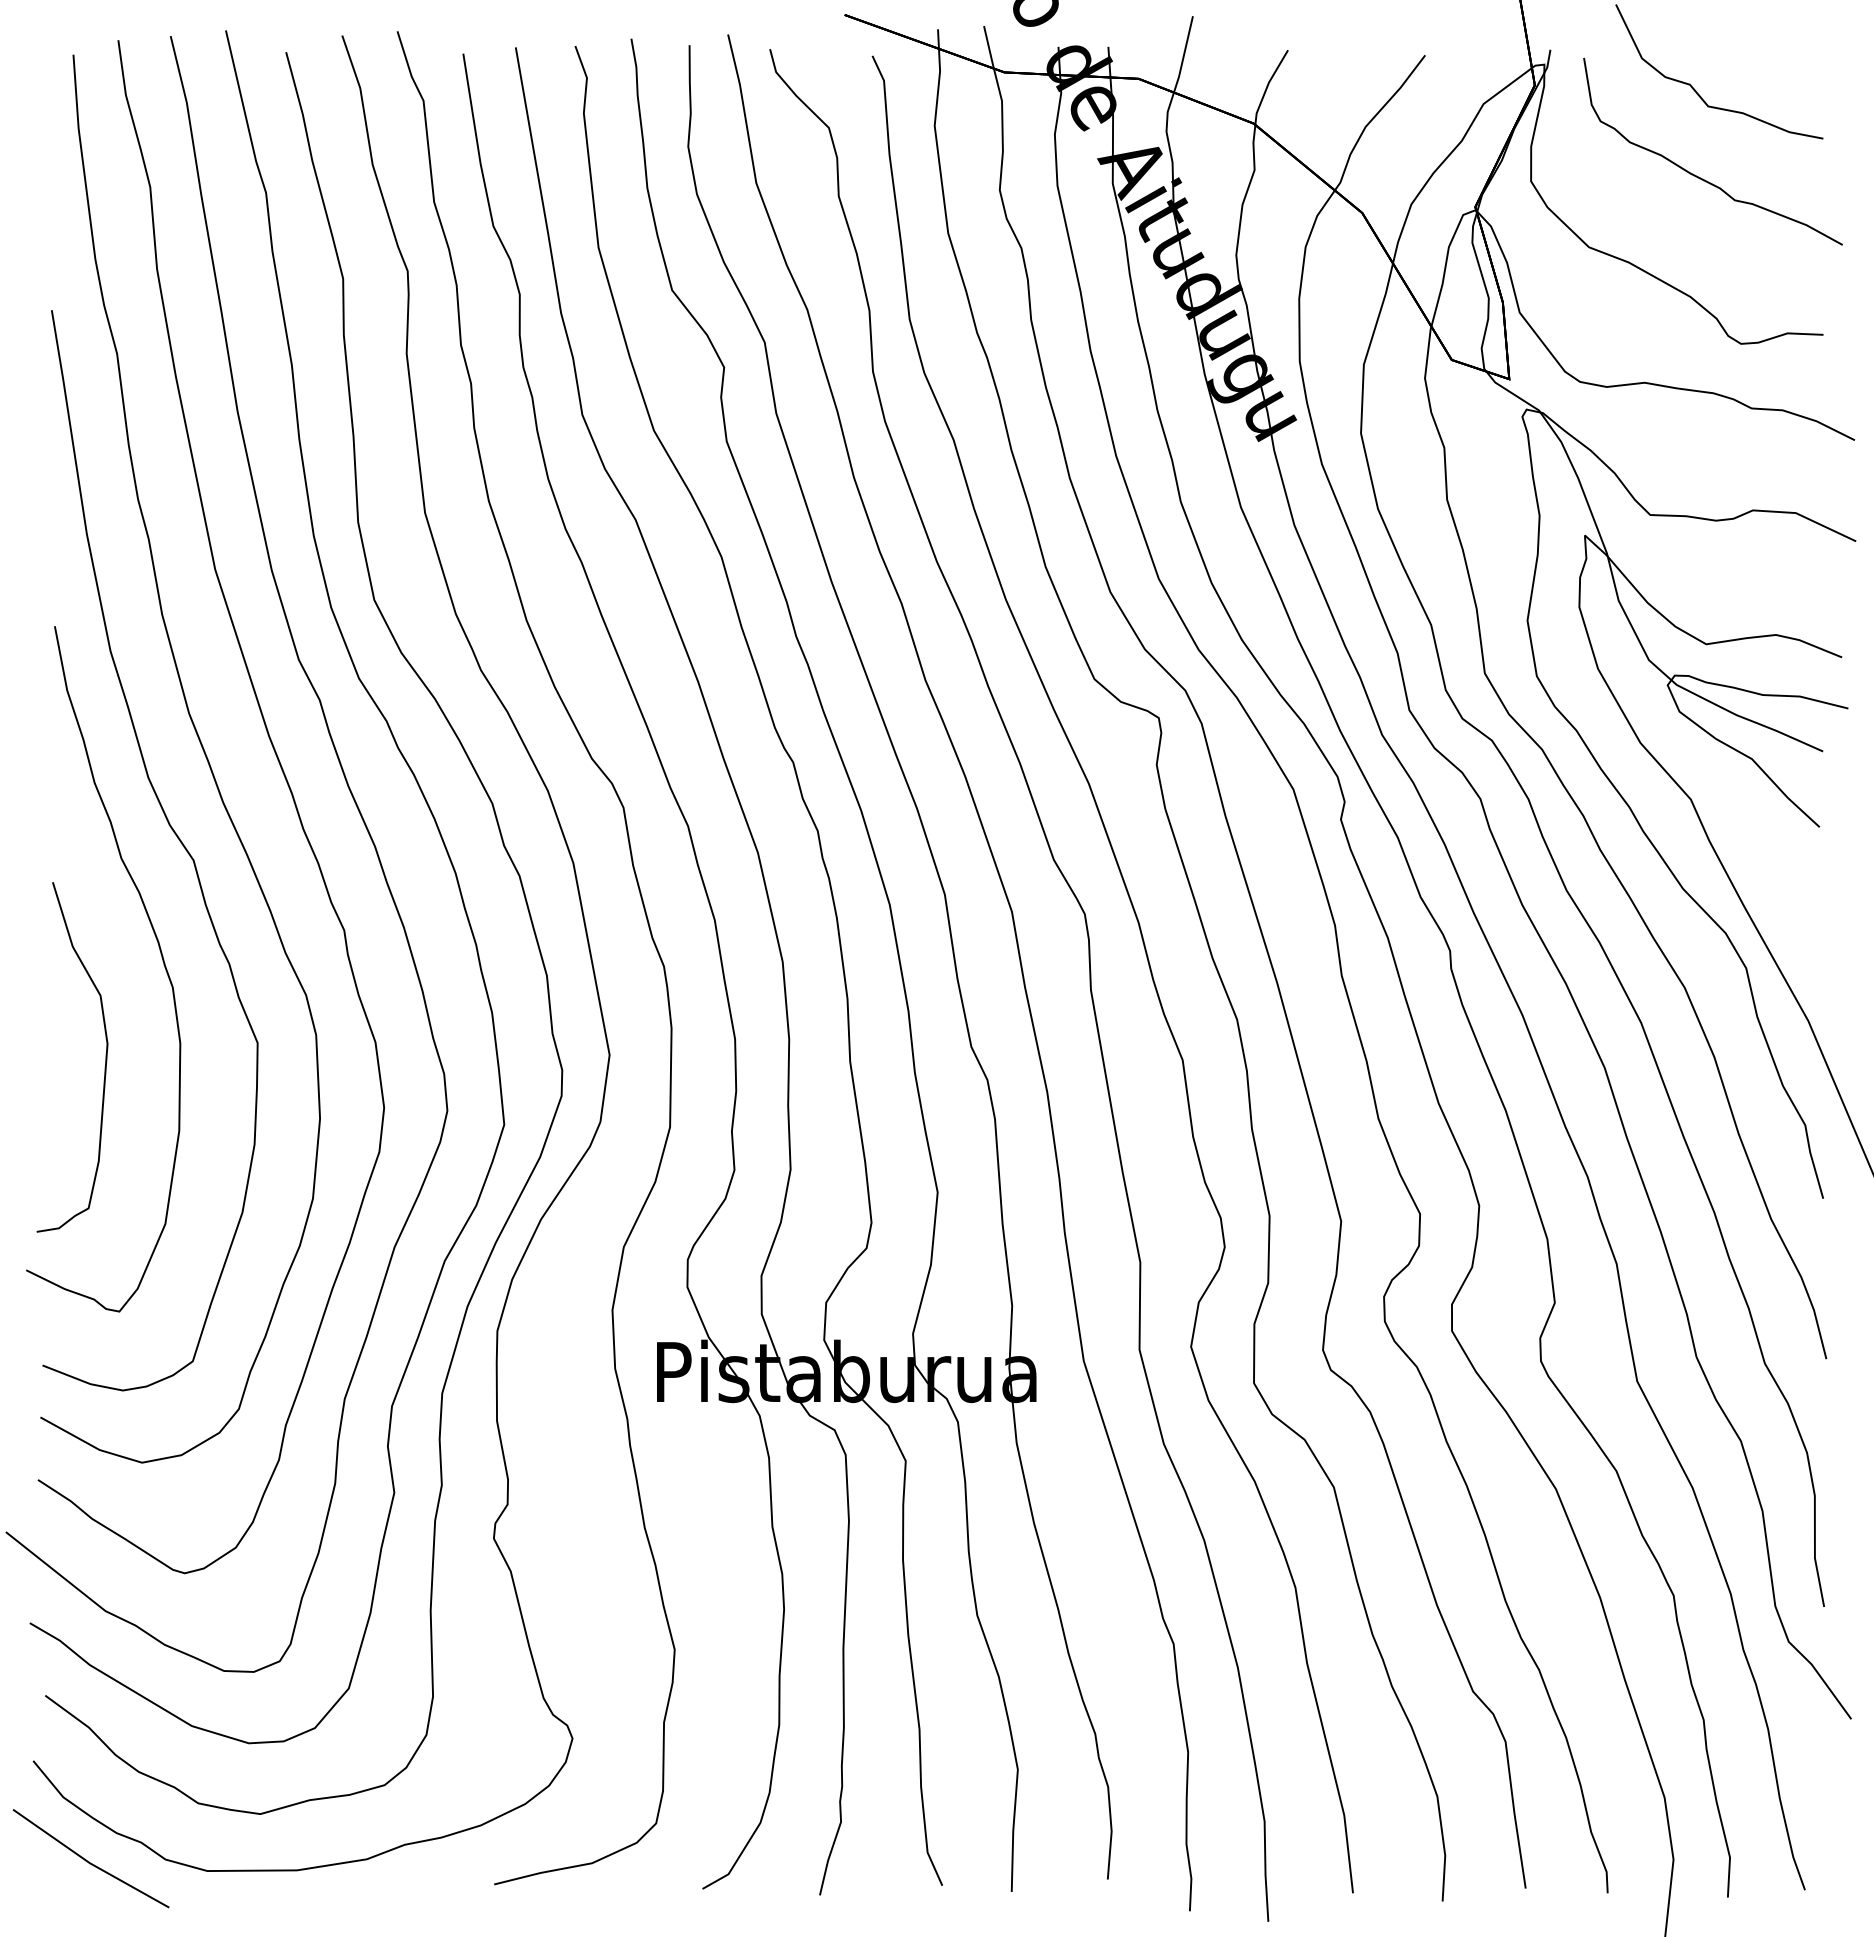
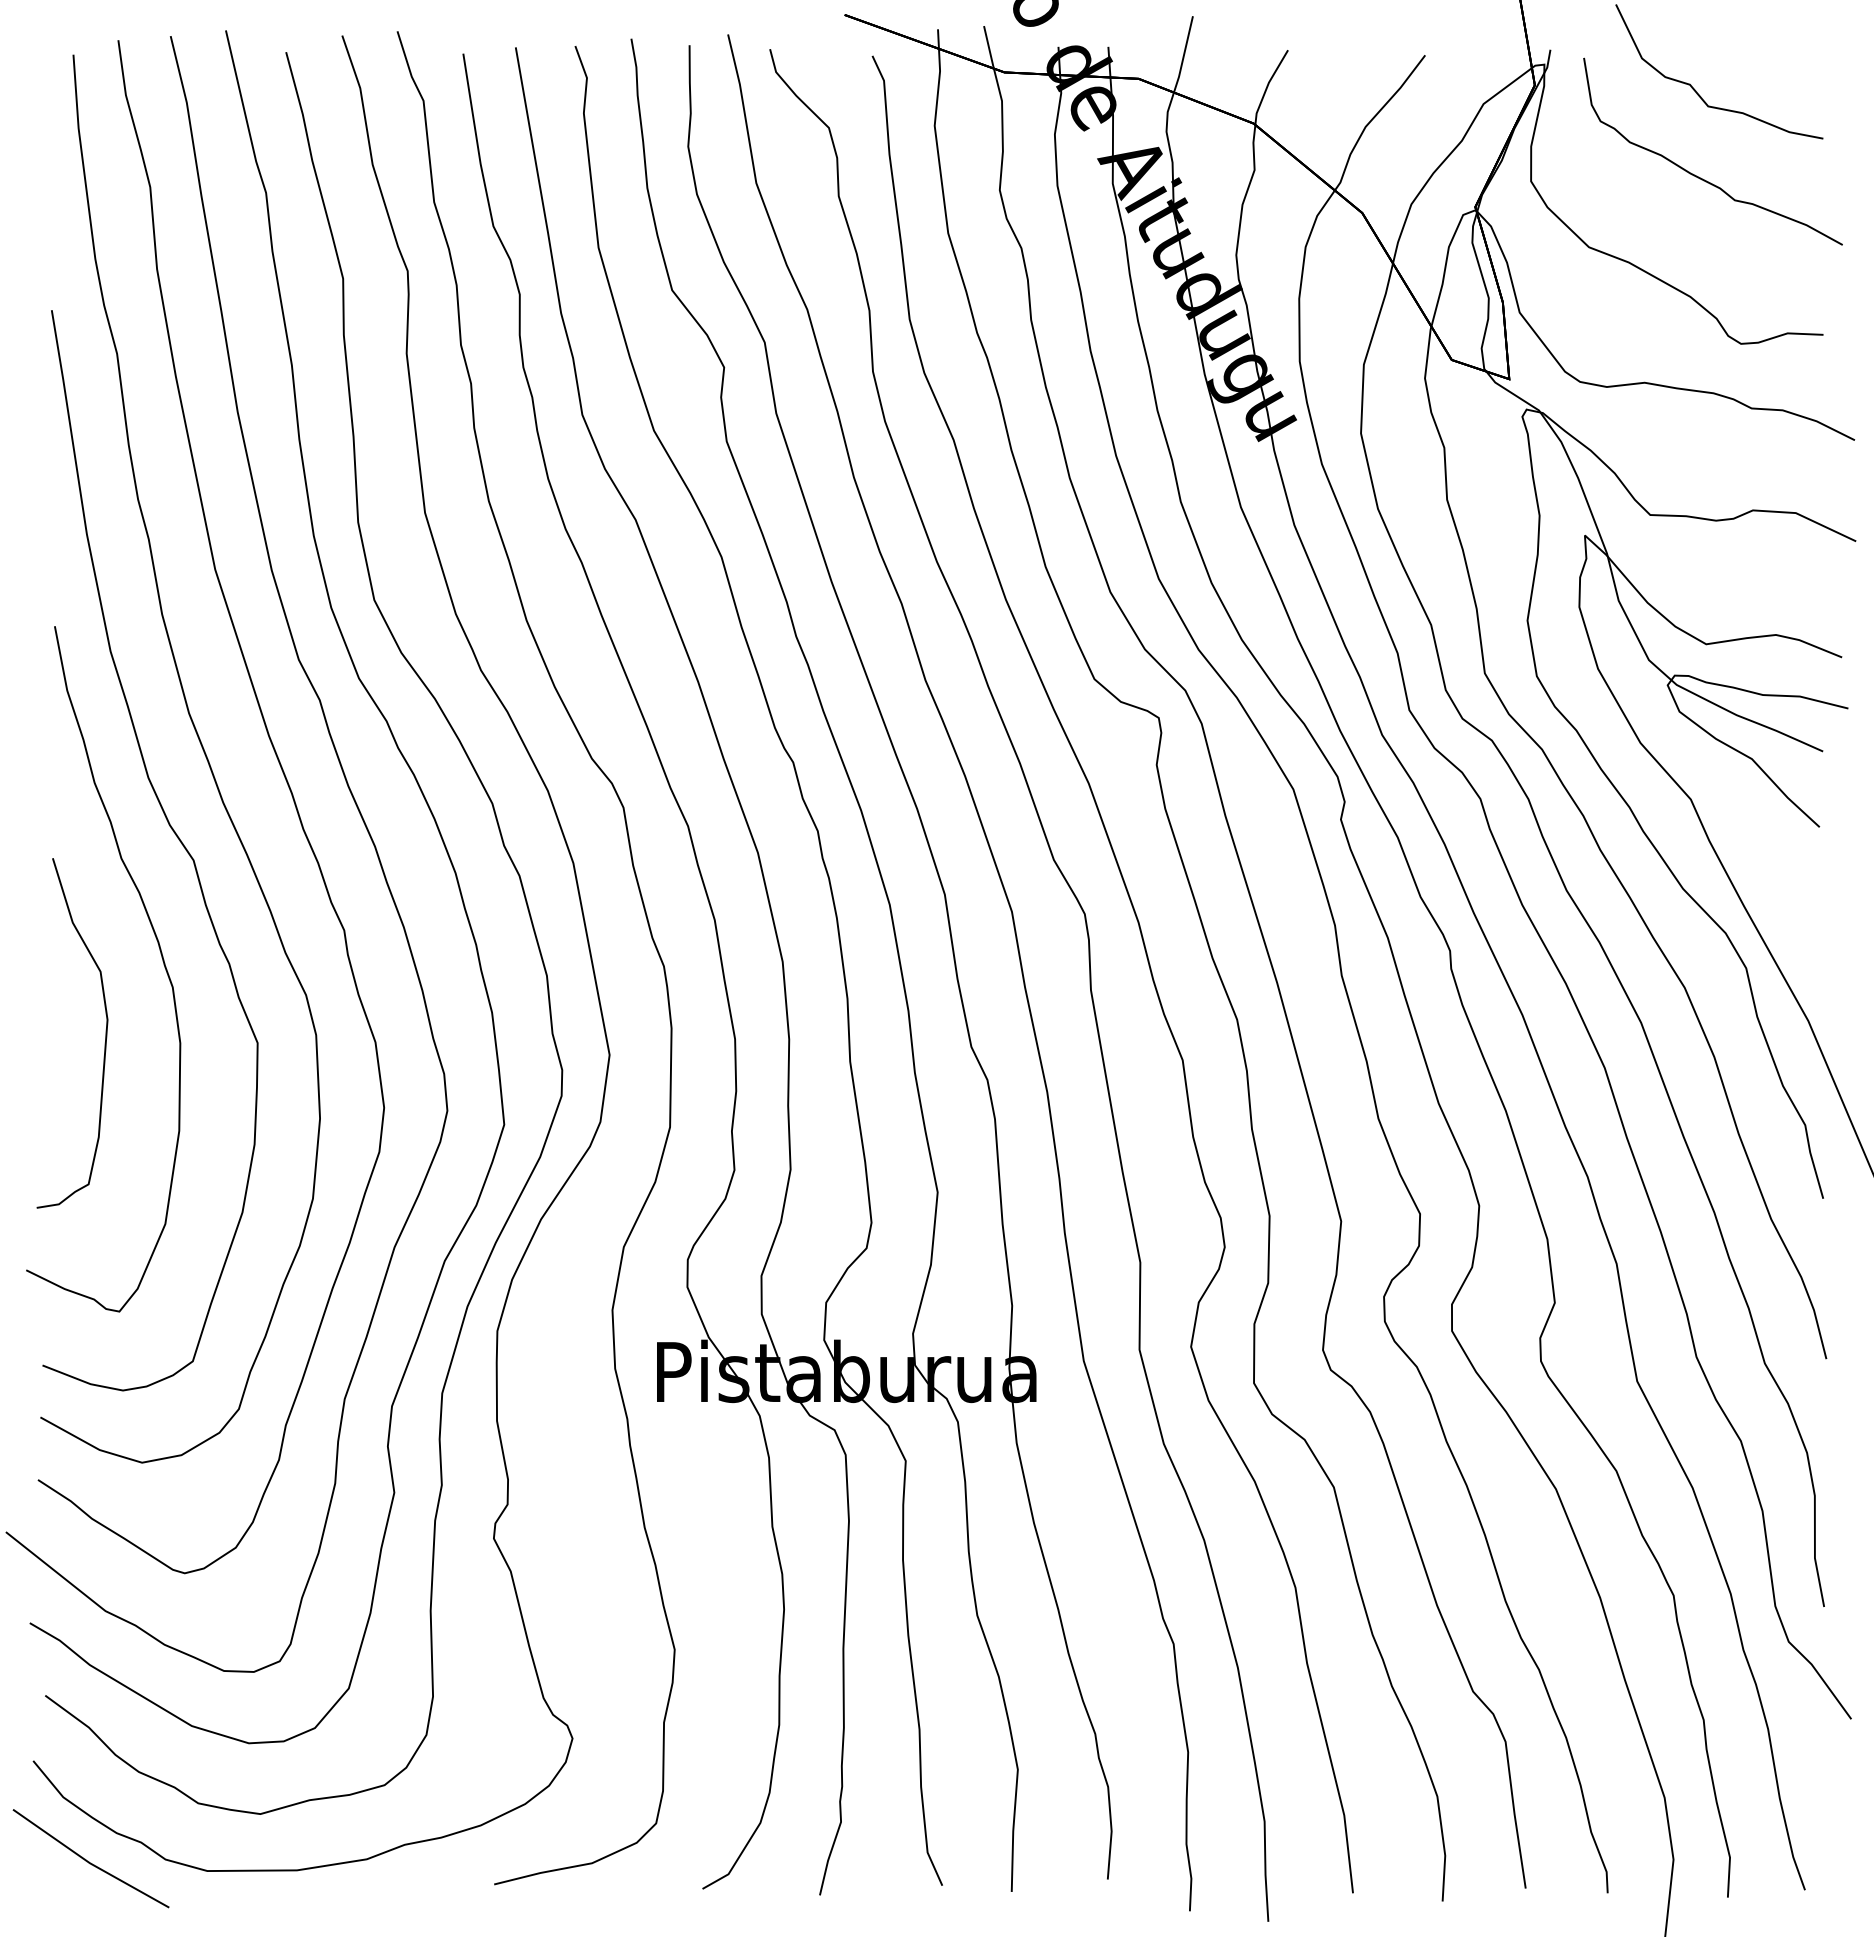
curve at (105, 1057) position: (105, 1057) -> (105, 1033)
